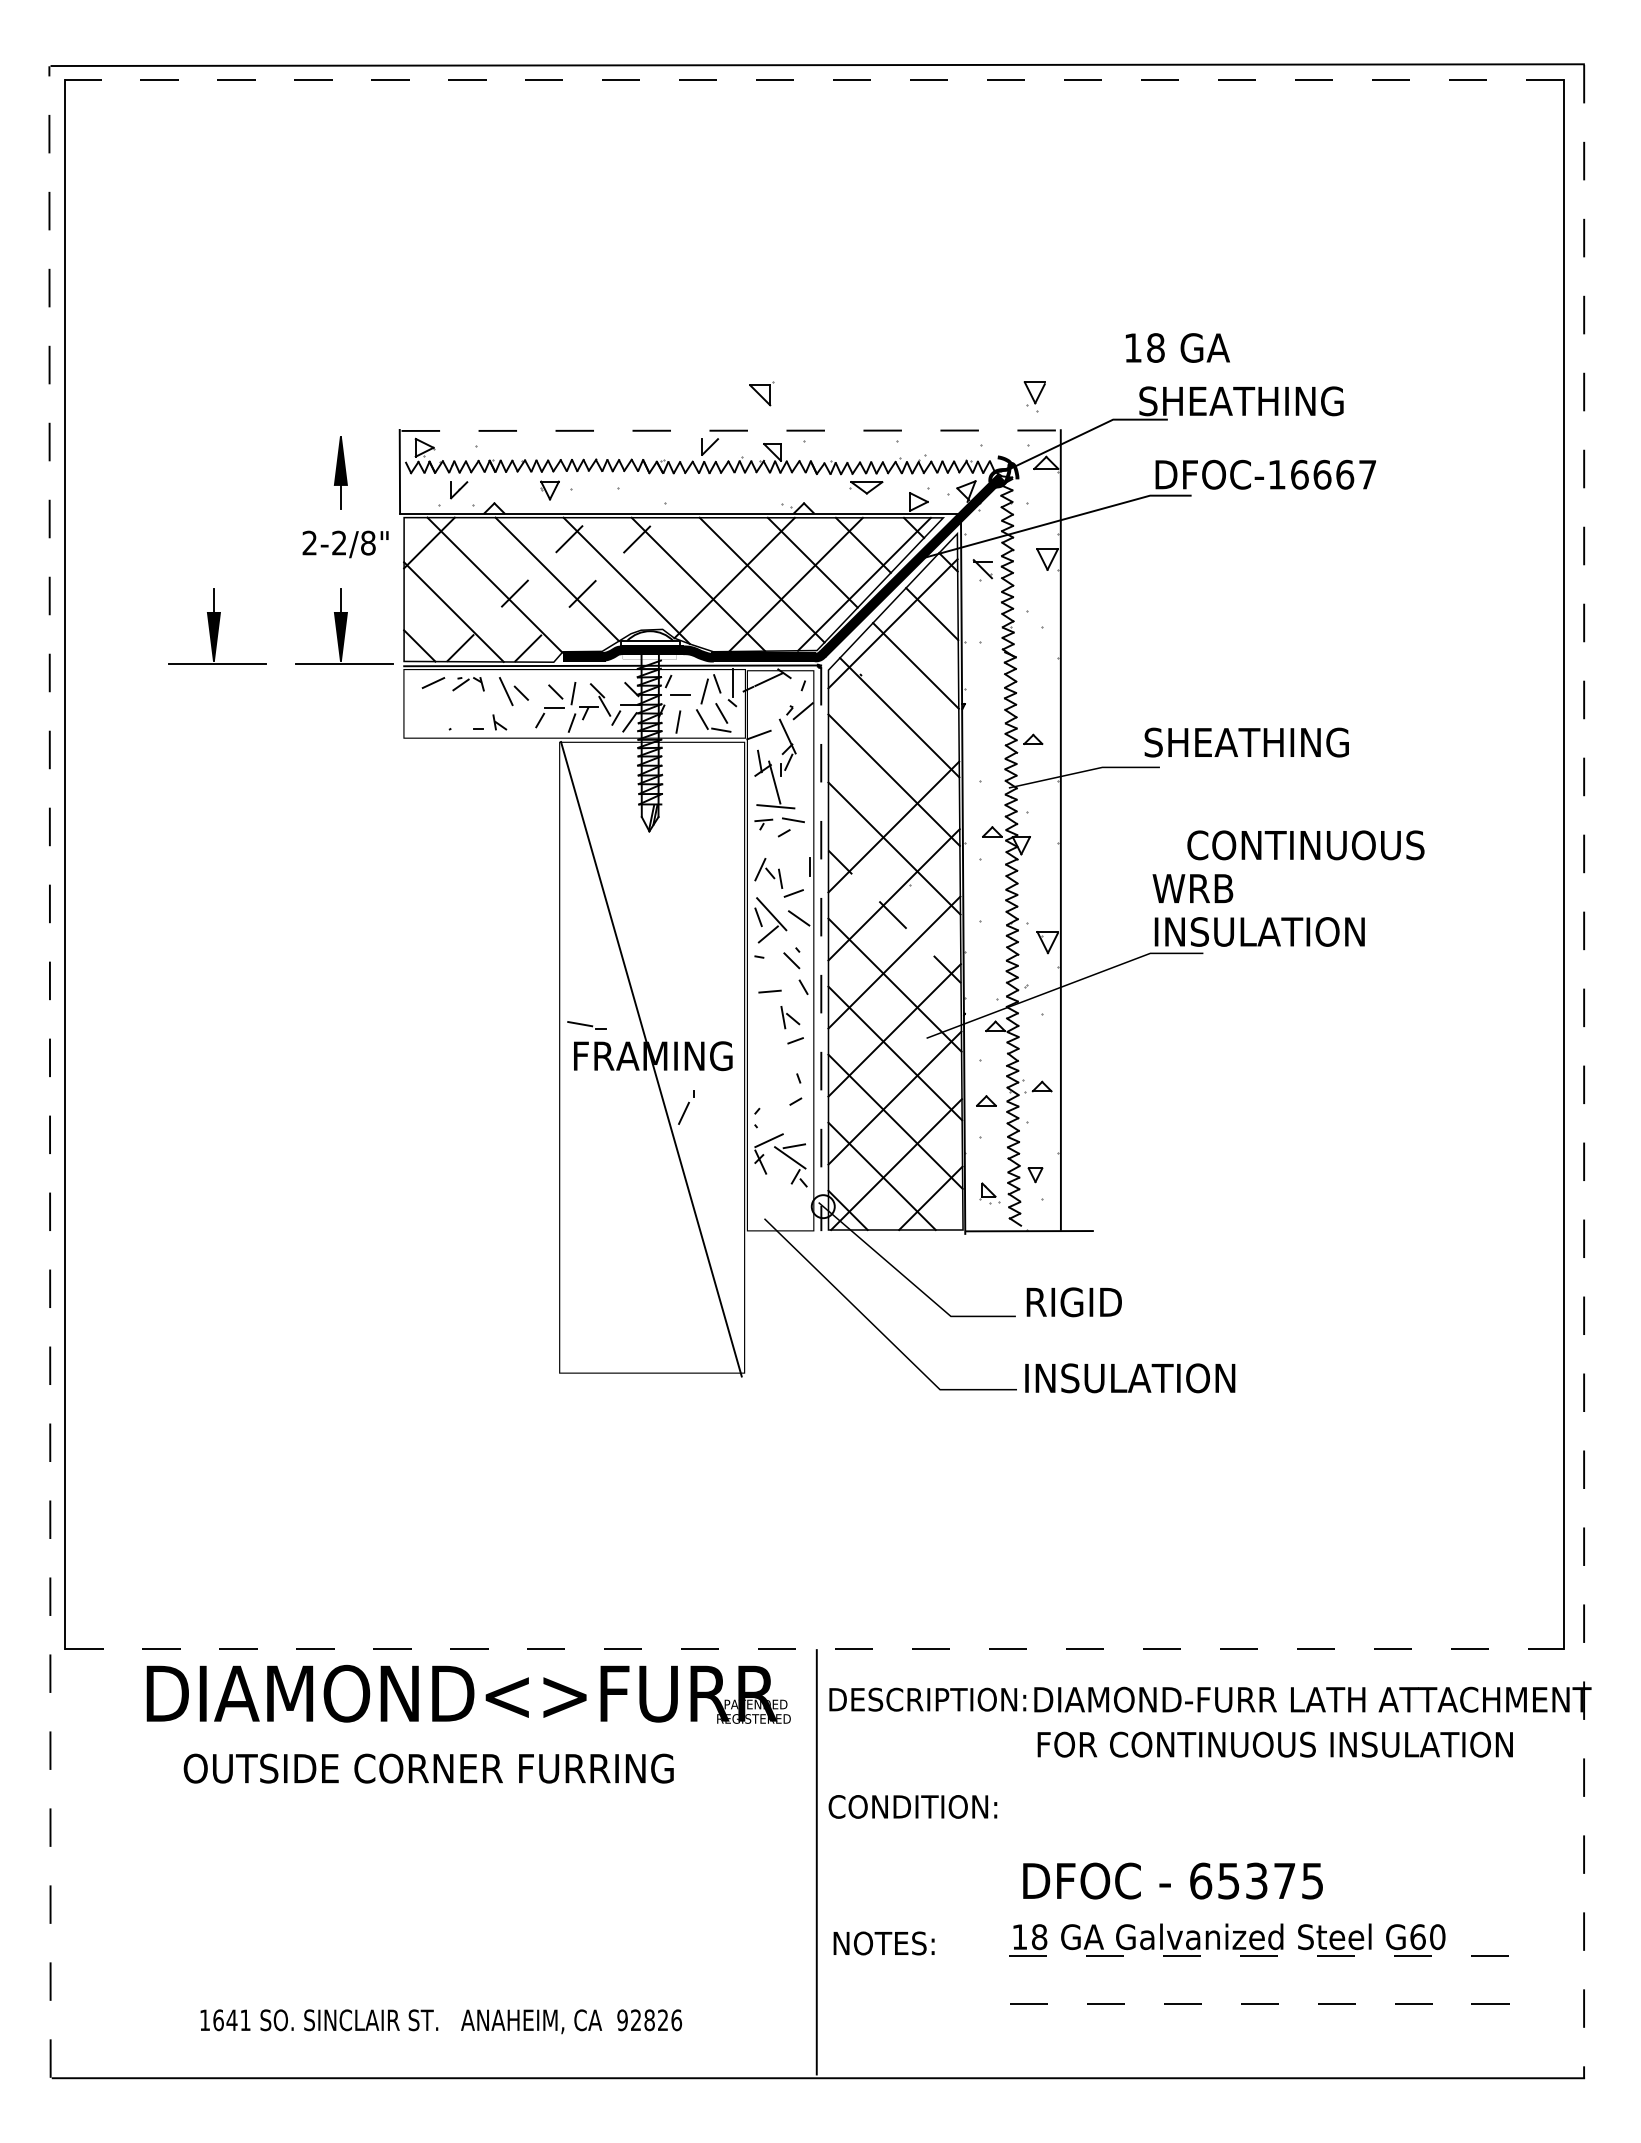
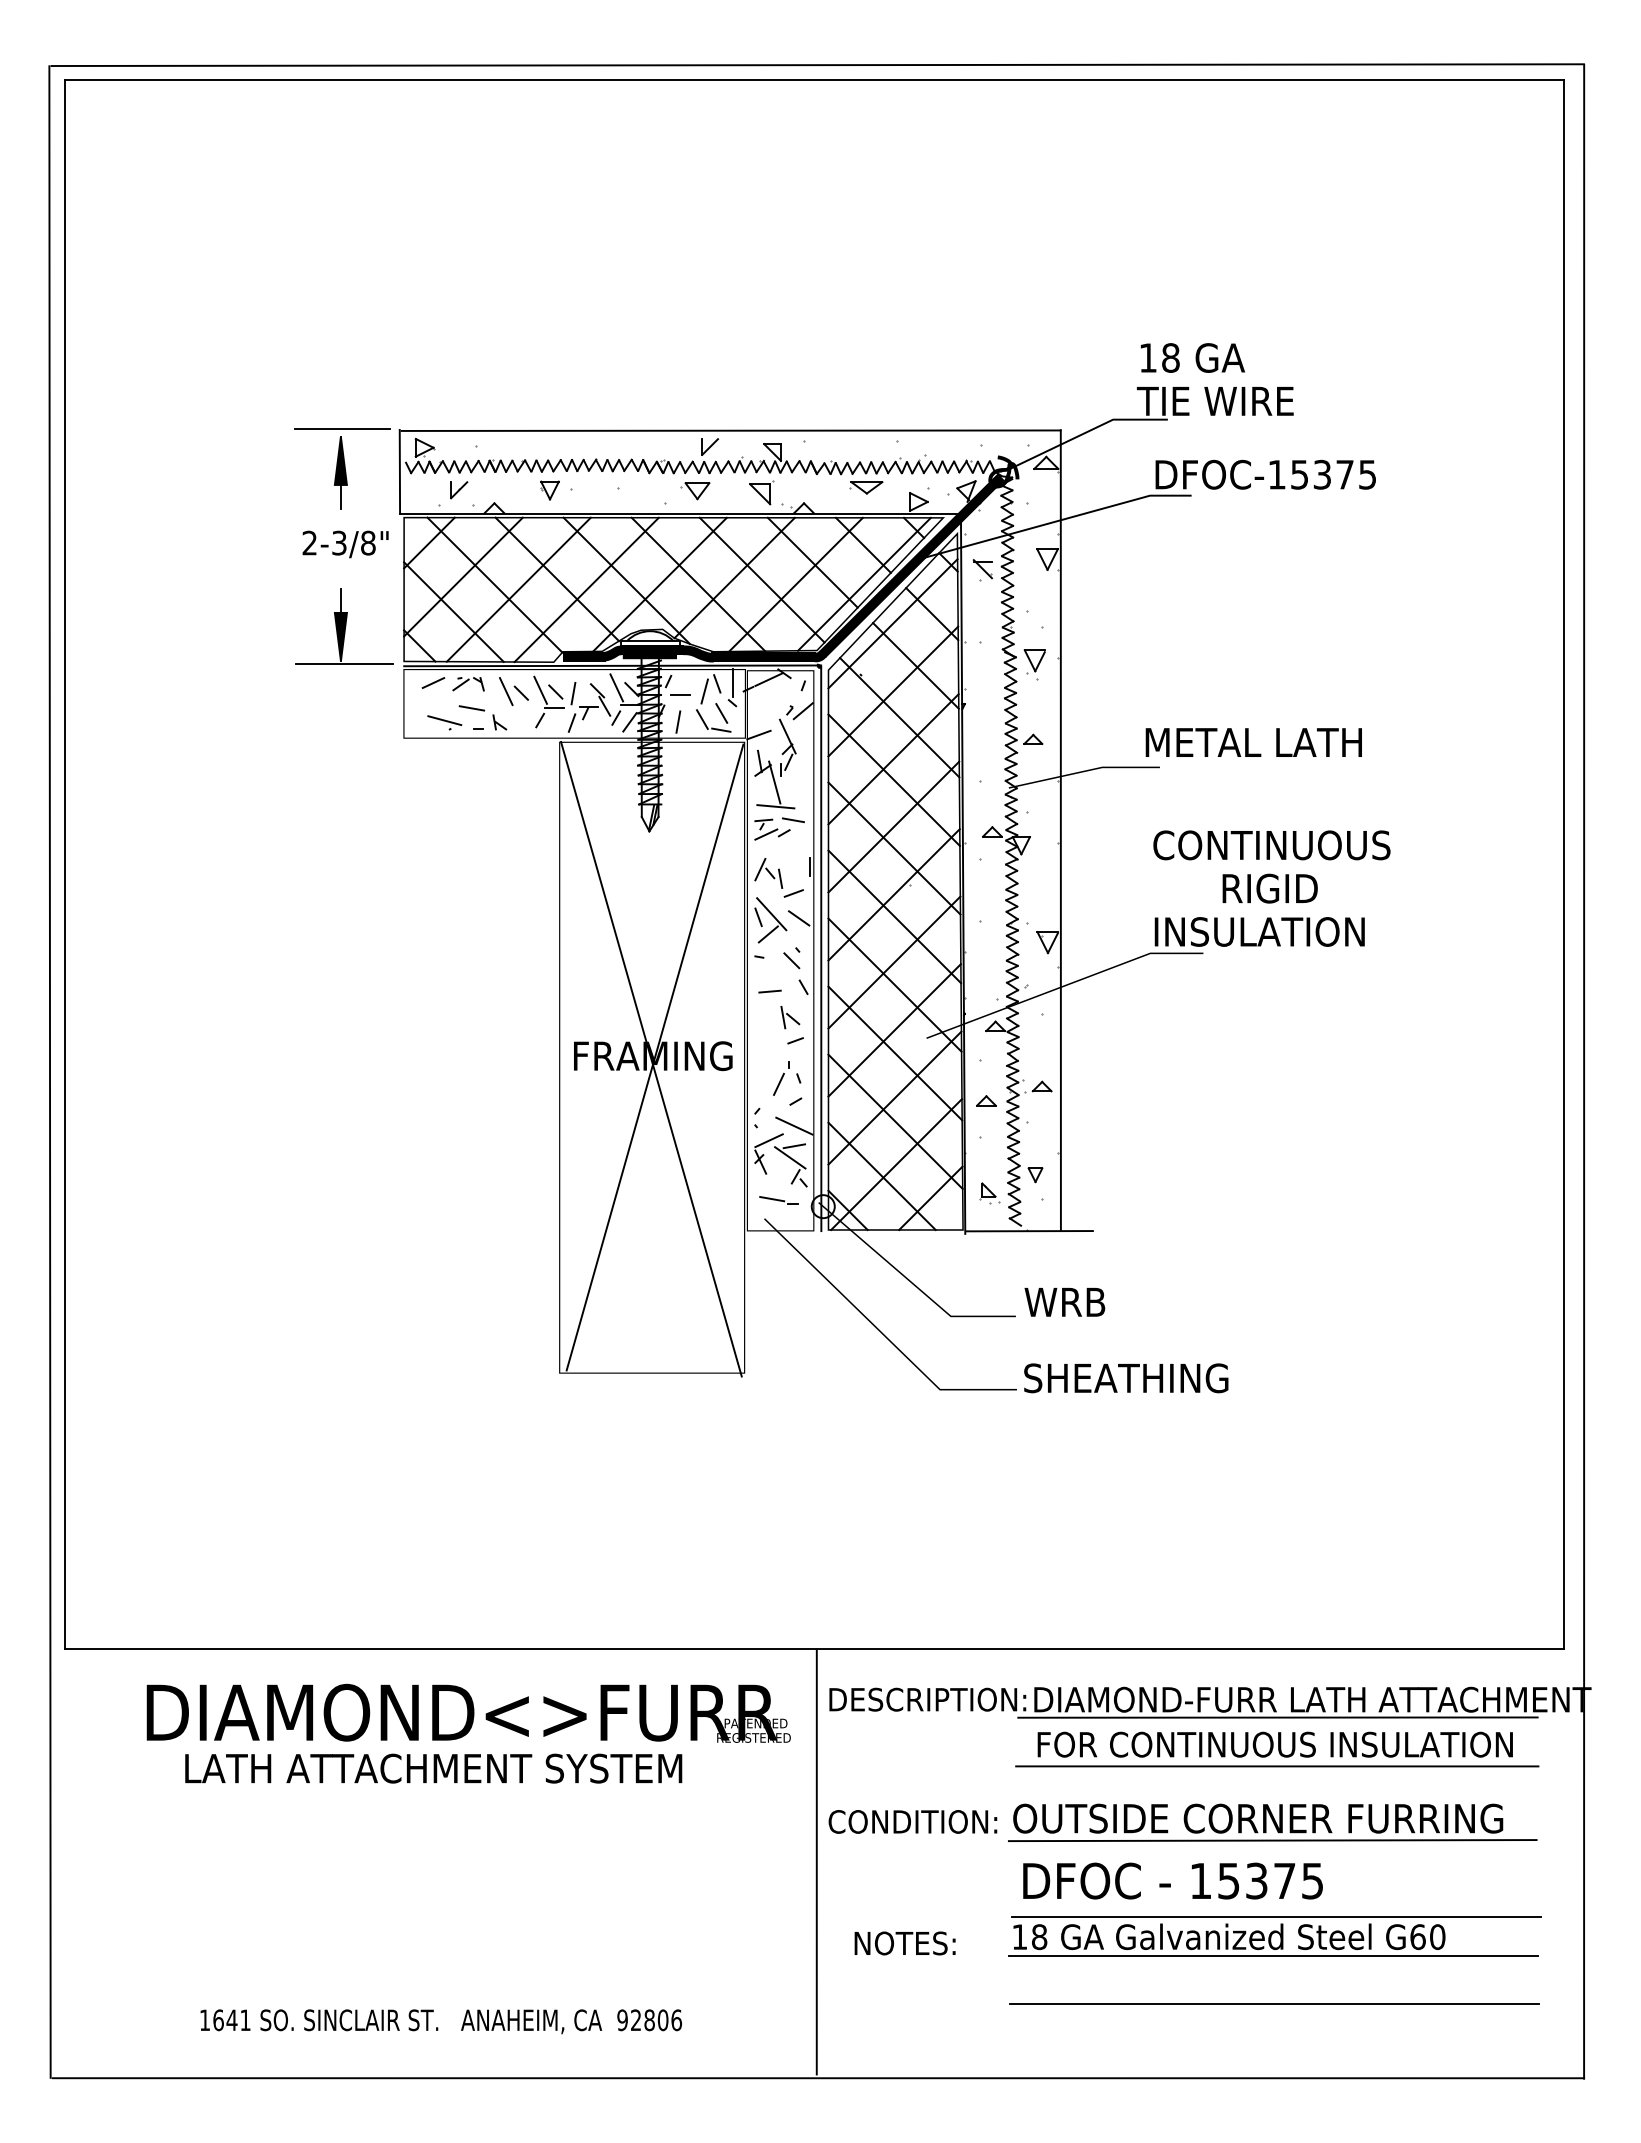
line at (814, 80): dashed -> solid
text at (1177, 347) position: (1177, 347) -> (1192, 357)
part at (761, 393) position: (761, 393) -> (761, 492)
part at (1034, 396) position: (1034, 396) -> (1034, 664)
text at (1239, 401): SHEATHING -> TIE WIRE
line at (341, 429): none -> present
line at (731, 430): dashed -> solid
text at (1333, 474): DFOC-16667 -> DFOC-15375
part at (695, 491): none -> present
text at (339, 543): 2-2/8" -> 2-3/8"
line at (463, 576): none -> present
line at (659, 584): none -> present
line at (518, 589): dashed -> solid
line at (586, 589): dashed -> solid
part at (217, 626): present -> none
fill at (649, 656): none -> present
line at (616, 687): none -> present
line at (540, 689): none -> present
line at (893, 691): none -> present
line at (471, 708): none -> present
line at (444, 720): none -> present
text at (1252, 742): SHEATHING -> METAL LATH
line at (893, 759): none -> present
line at (766, 834): none -> present
text at (1305, 845) position: (1305, 845) -> (1271, 845)
text at (1234, 888): WRB -> RIGID
line at (894, 916): dashed -> solid
line at (821, 949): dashed -> solid
part at (586, 1025) position: (586, 1025) -> (778, 1200)
line at (654, 1057): none -> present
line at (1584, 1071): dashed -> solid
line at (50, 1072): dashed -> solid
part at (686, 1107) position: (686, 1107) -> (781, 1078)
line at (794, 1125): none -> present
text at (1072, 1302): RIGID -> WRB
text at (1129, 1378): INSULATION -> SHEATHING
line at (814, 1649): dashed -> solid
text at (468, 1693) position: (468, 1693) -> (468, 1712)
line at (1277, 1717): none -> present
line at (1277, 1766): none -> present
text at (432, 1768): OUTSIDE CORNER FURRING -> LATH ATTACHMENT SYSTEM
text at (912, 1806) position: (912, 1806) -> (912, 1821)
part at (1272, 1822): none -> present
text at (1201, 1880): 65375 -> 15375
line at (1275, 1917): none -> present
text at (883, 1943) position: (883, 1943) -> (904, 1943)
line at (1273, 1955): dashed -> solid
line at (1274, 2004): dashed -> solid
text at (662, 2020): 92826 -> 92806
